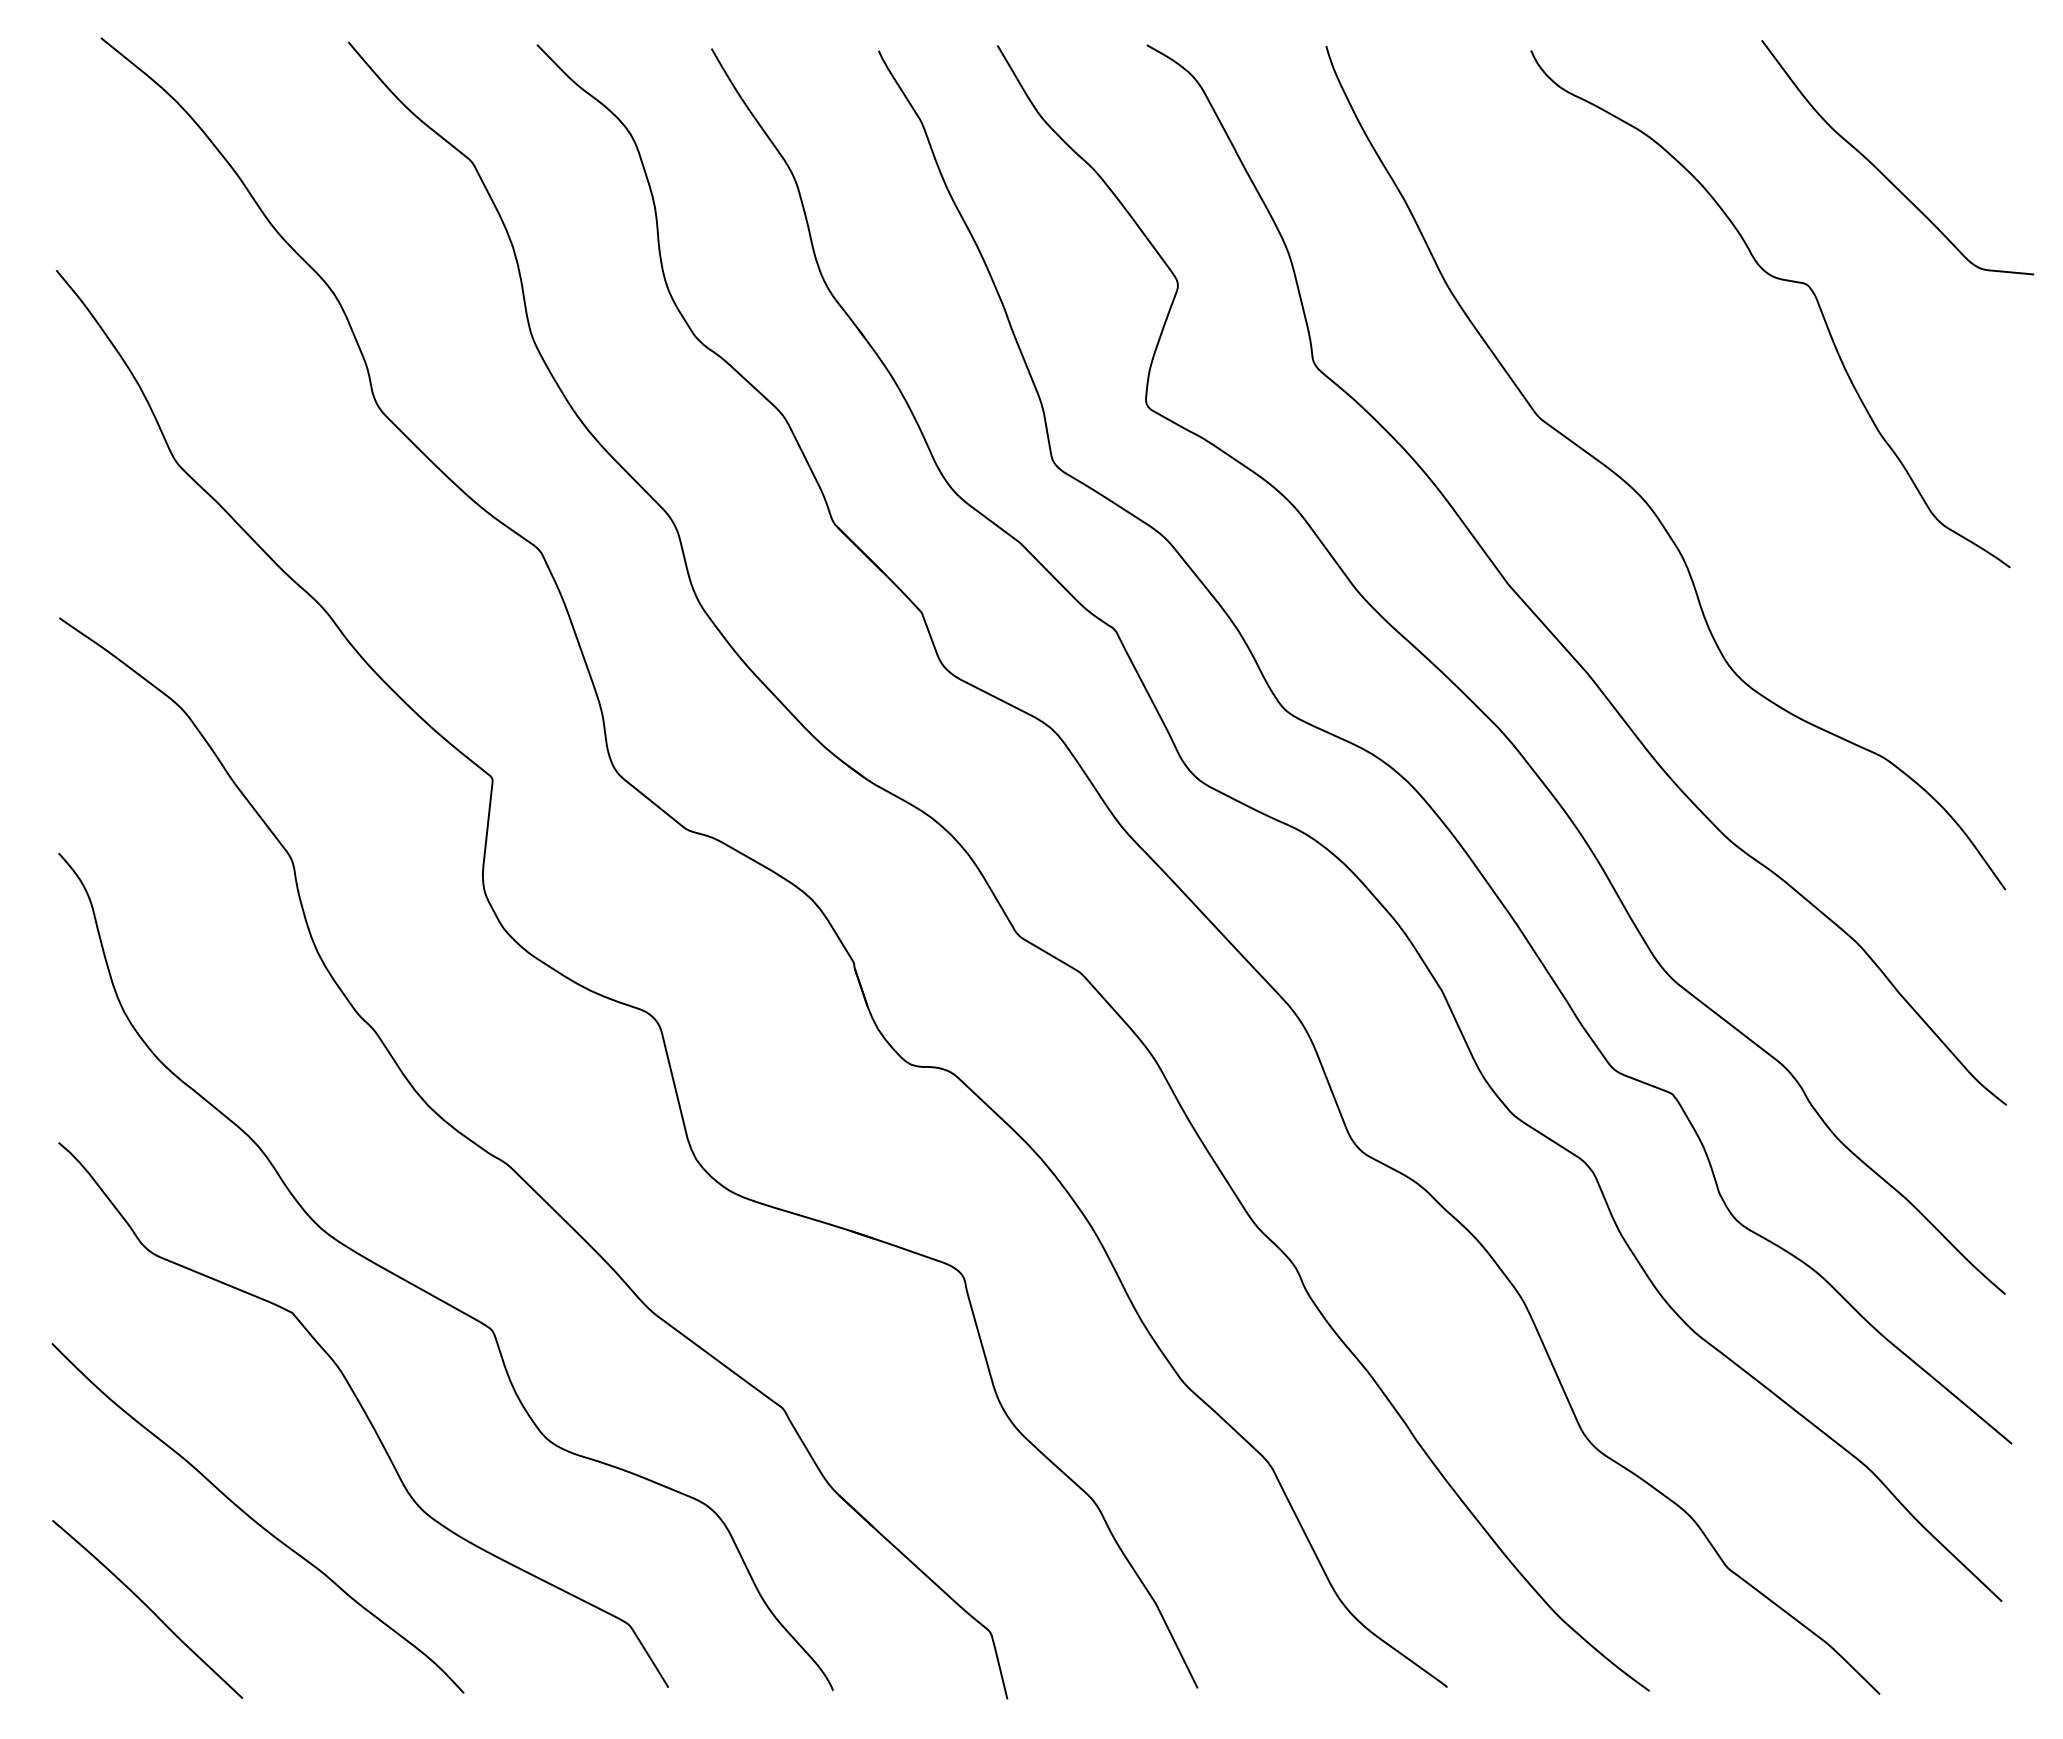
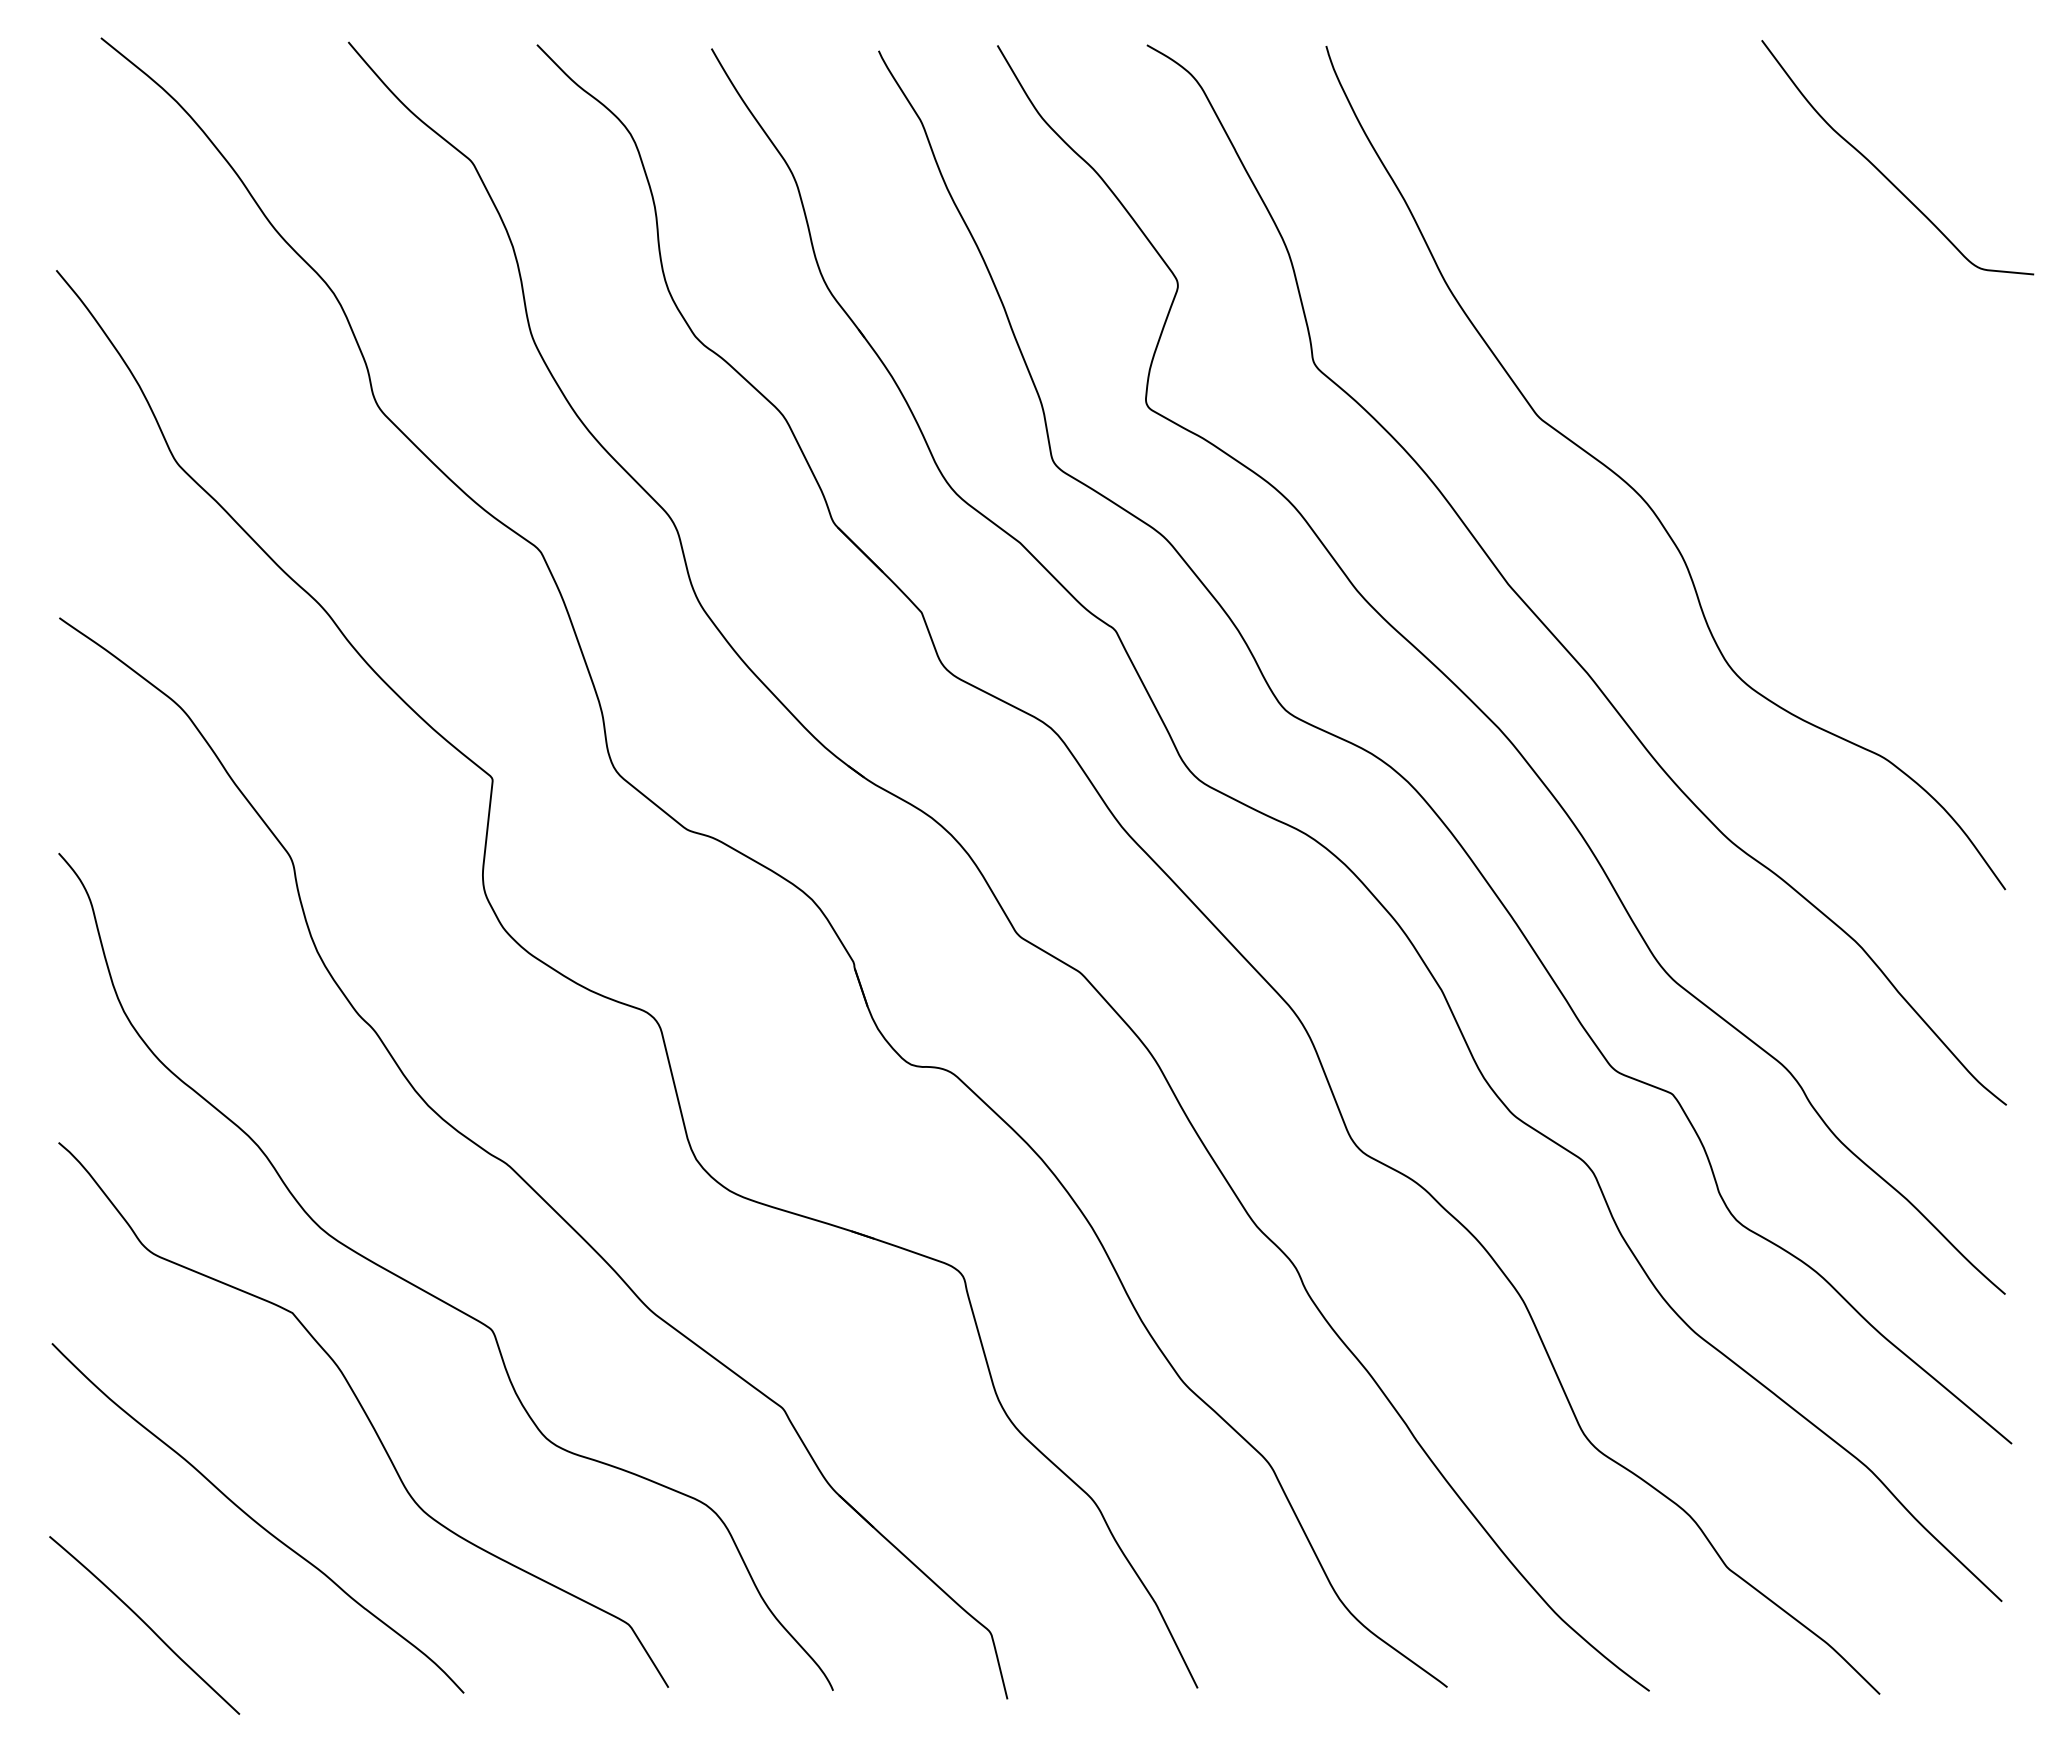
curve at (1777, 279): present -> none
curve at (147, 1608) position: (147, 1608) -> (144, 1624)
